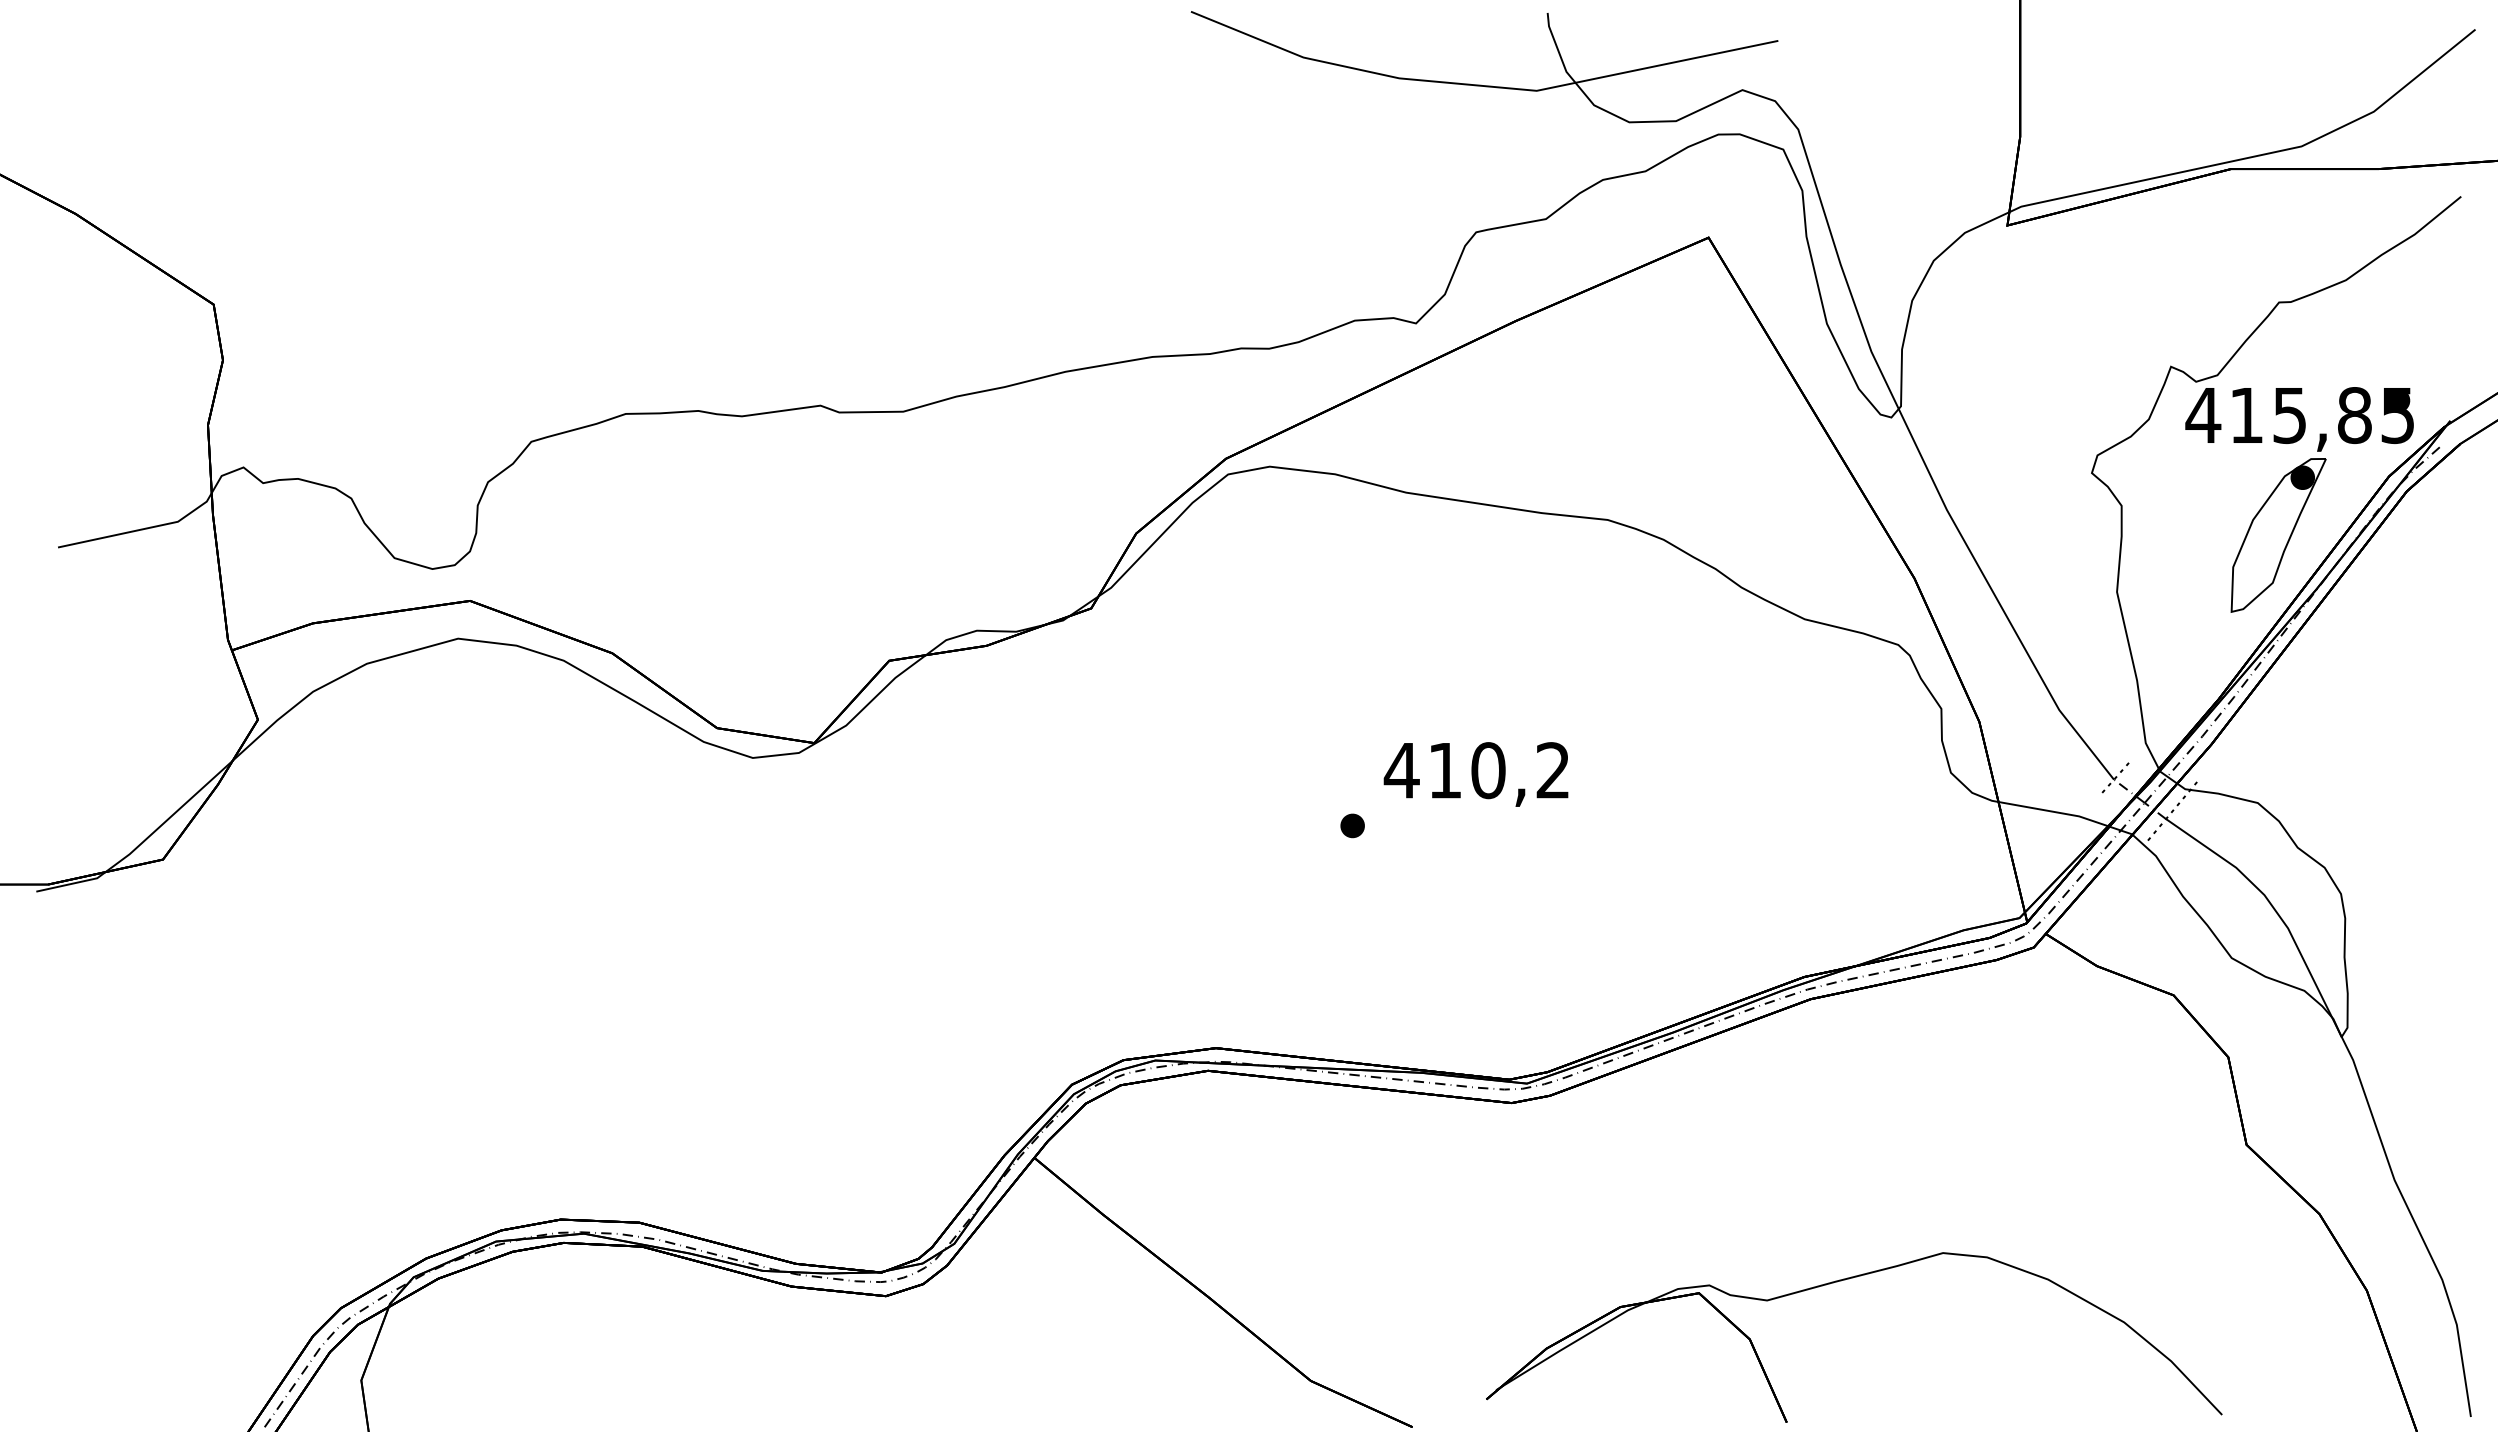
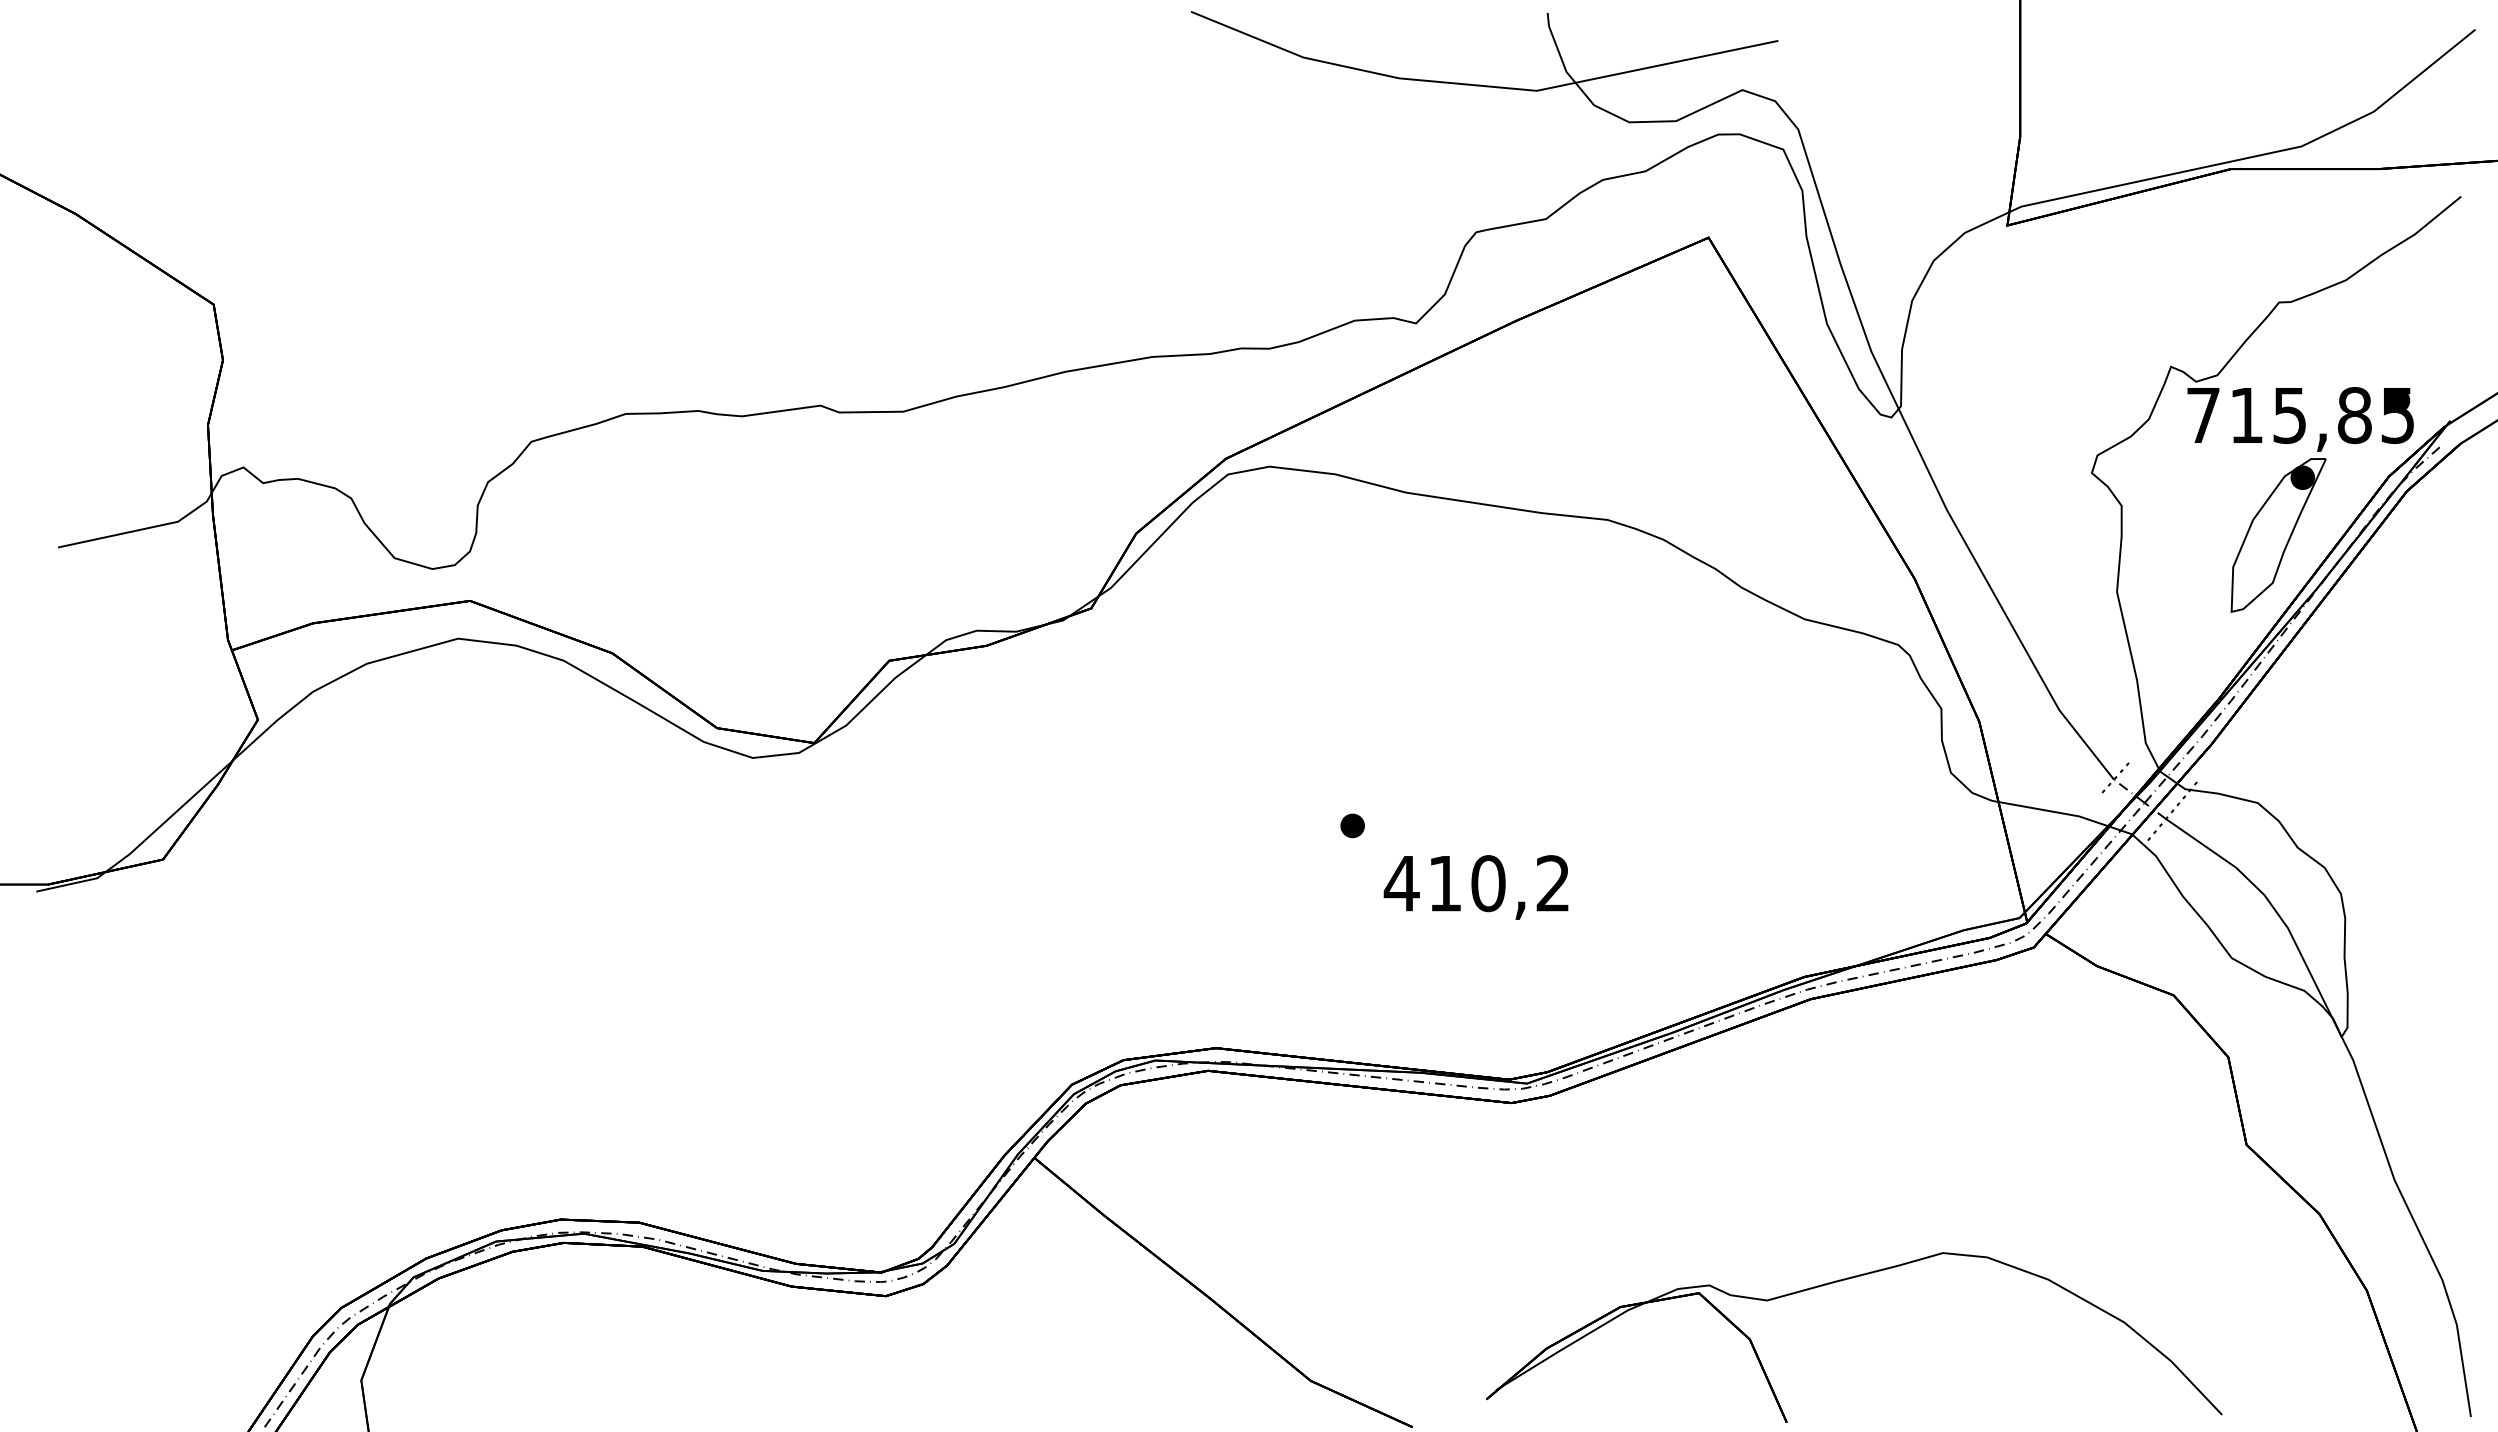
text at (2203, 415): 415,85 -> 715,85
text at (1475, 774) position: (1475, 774) -> (1475, 887)
